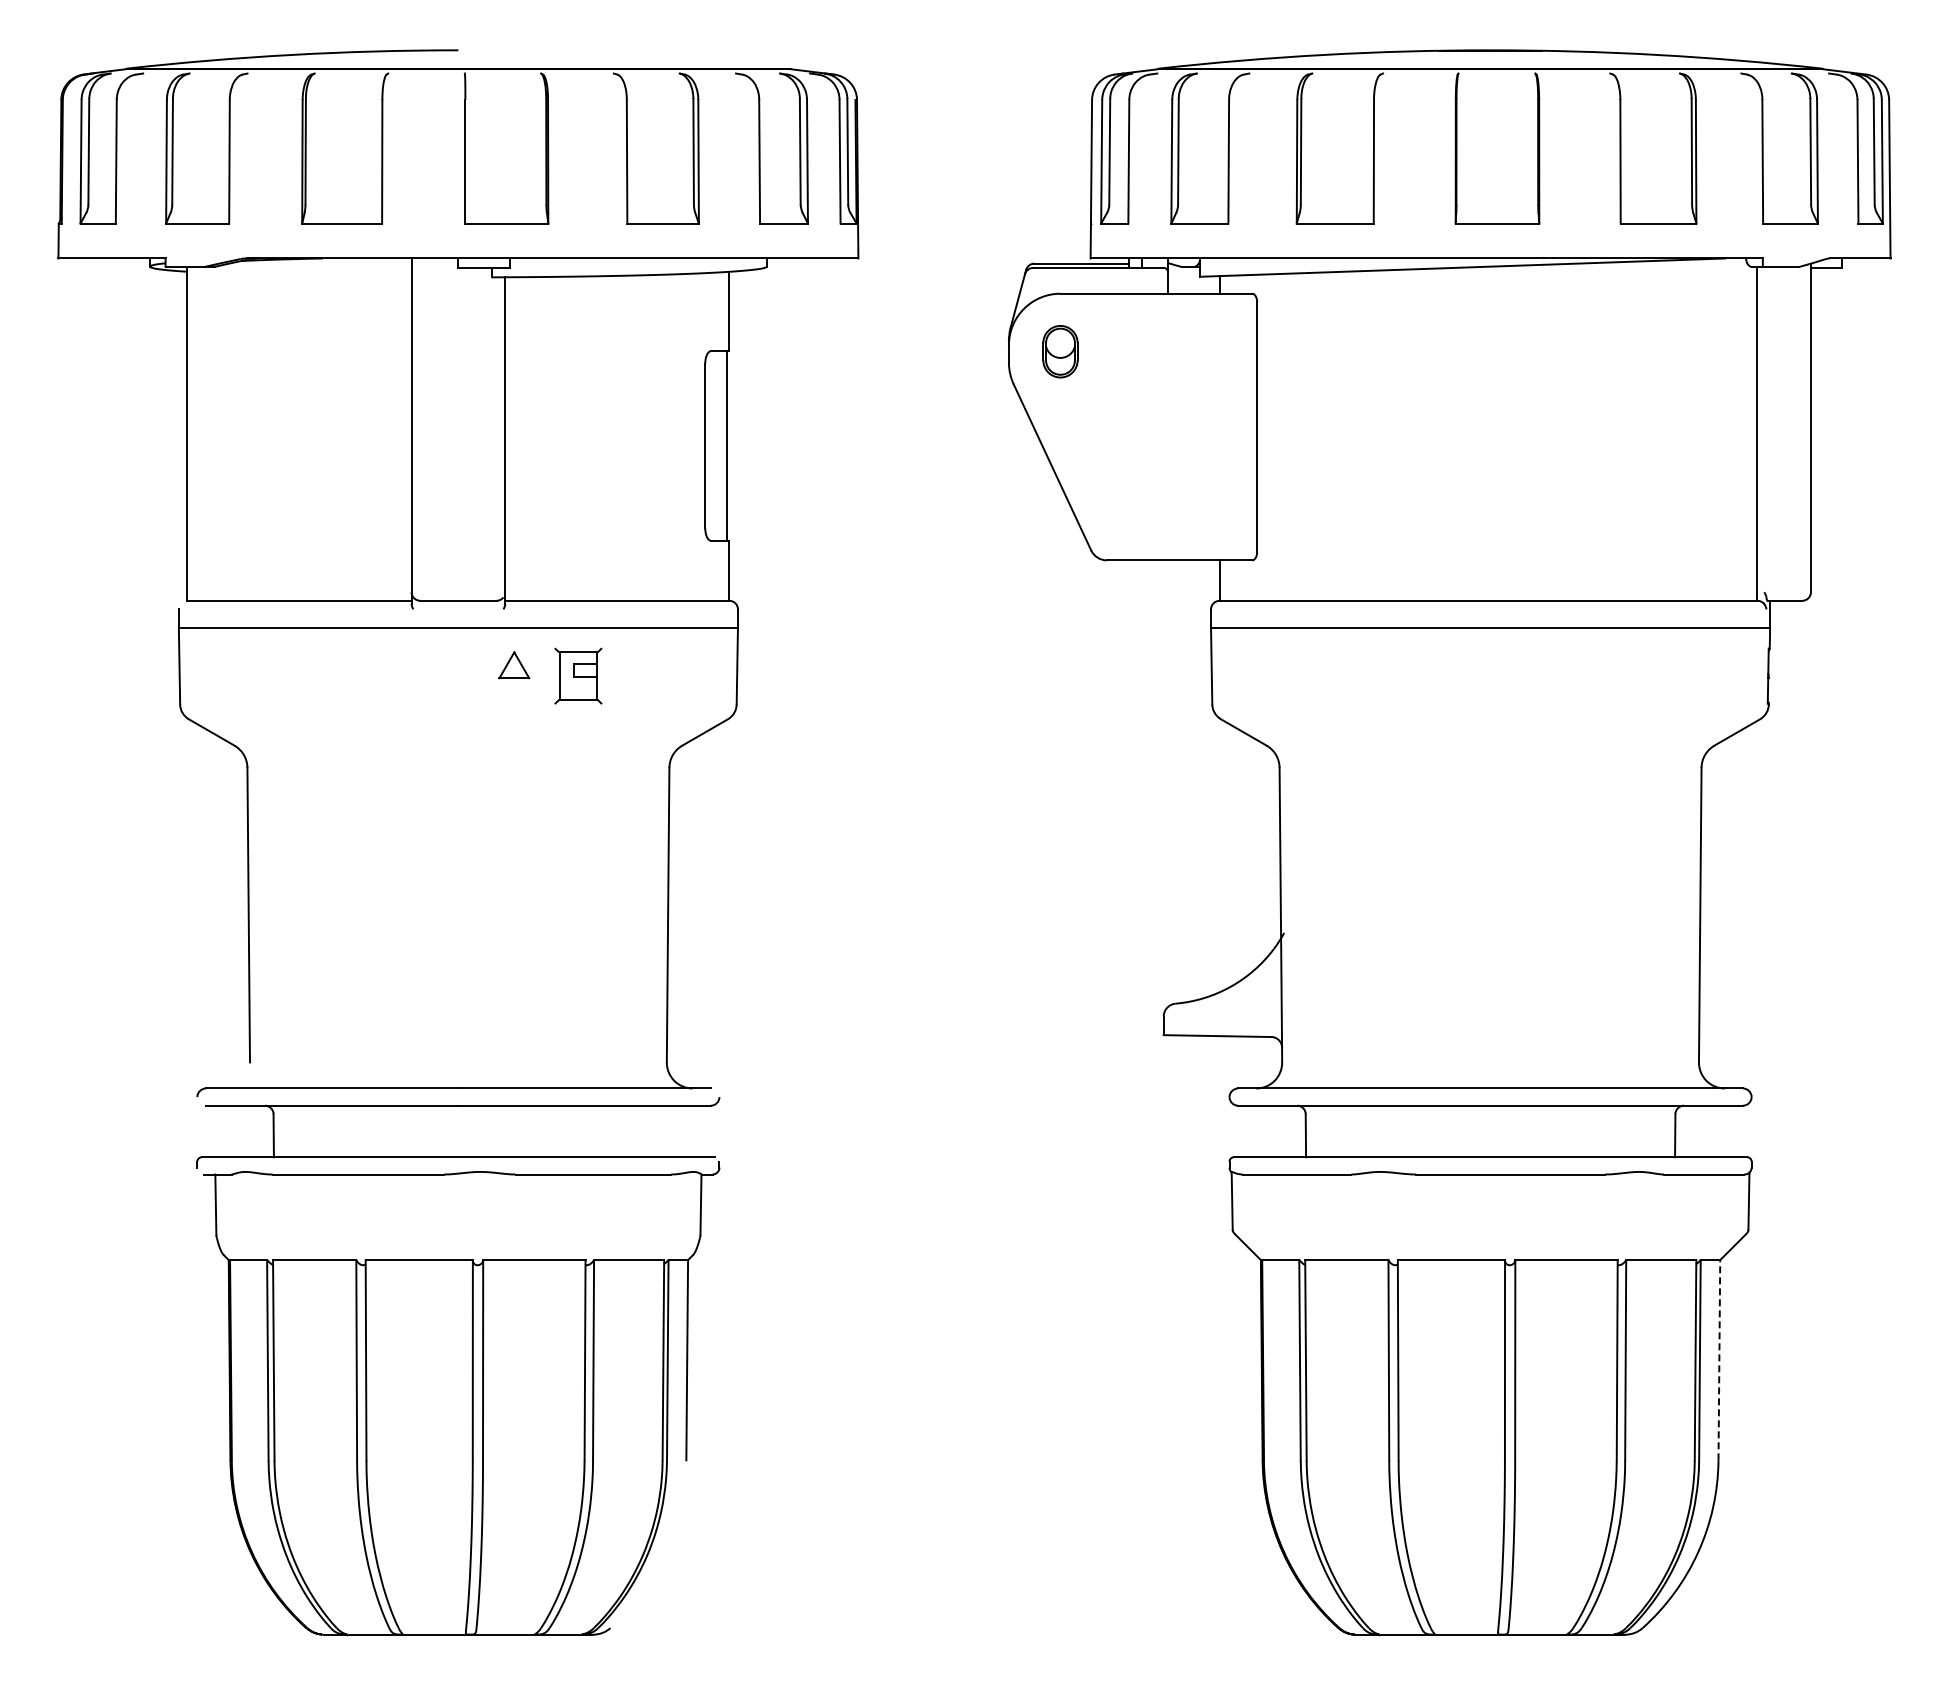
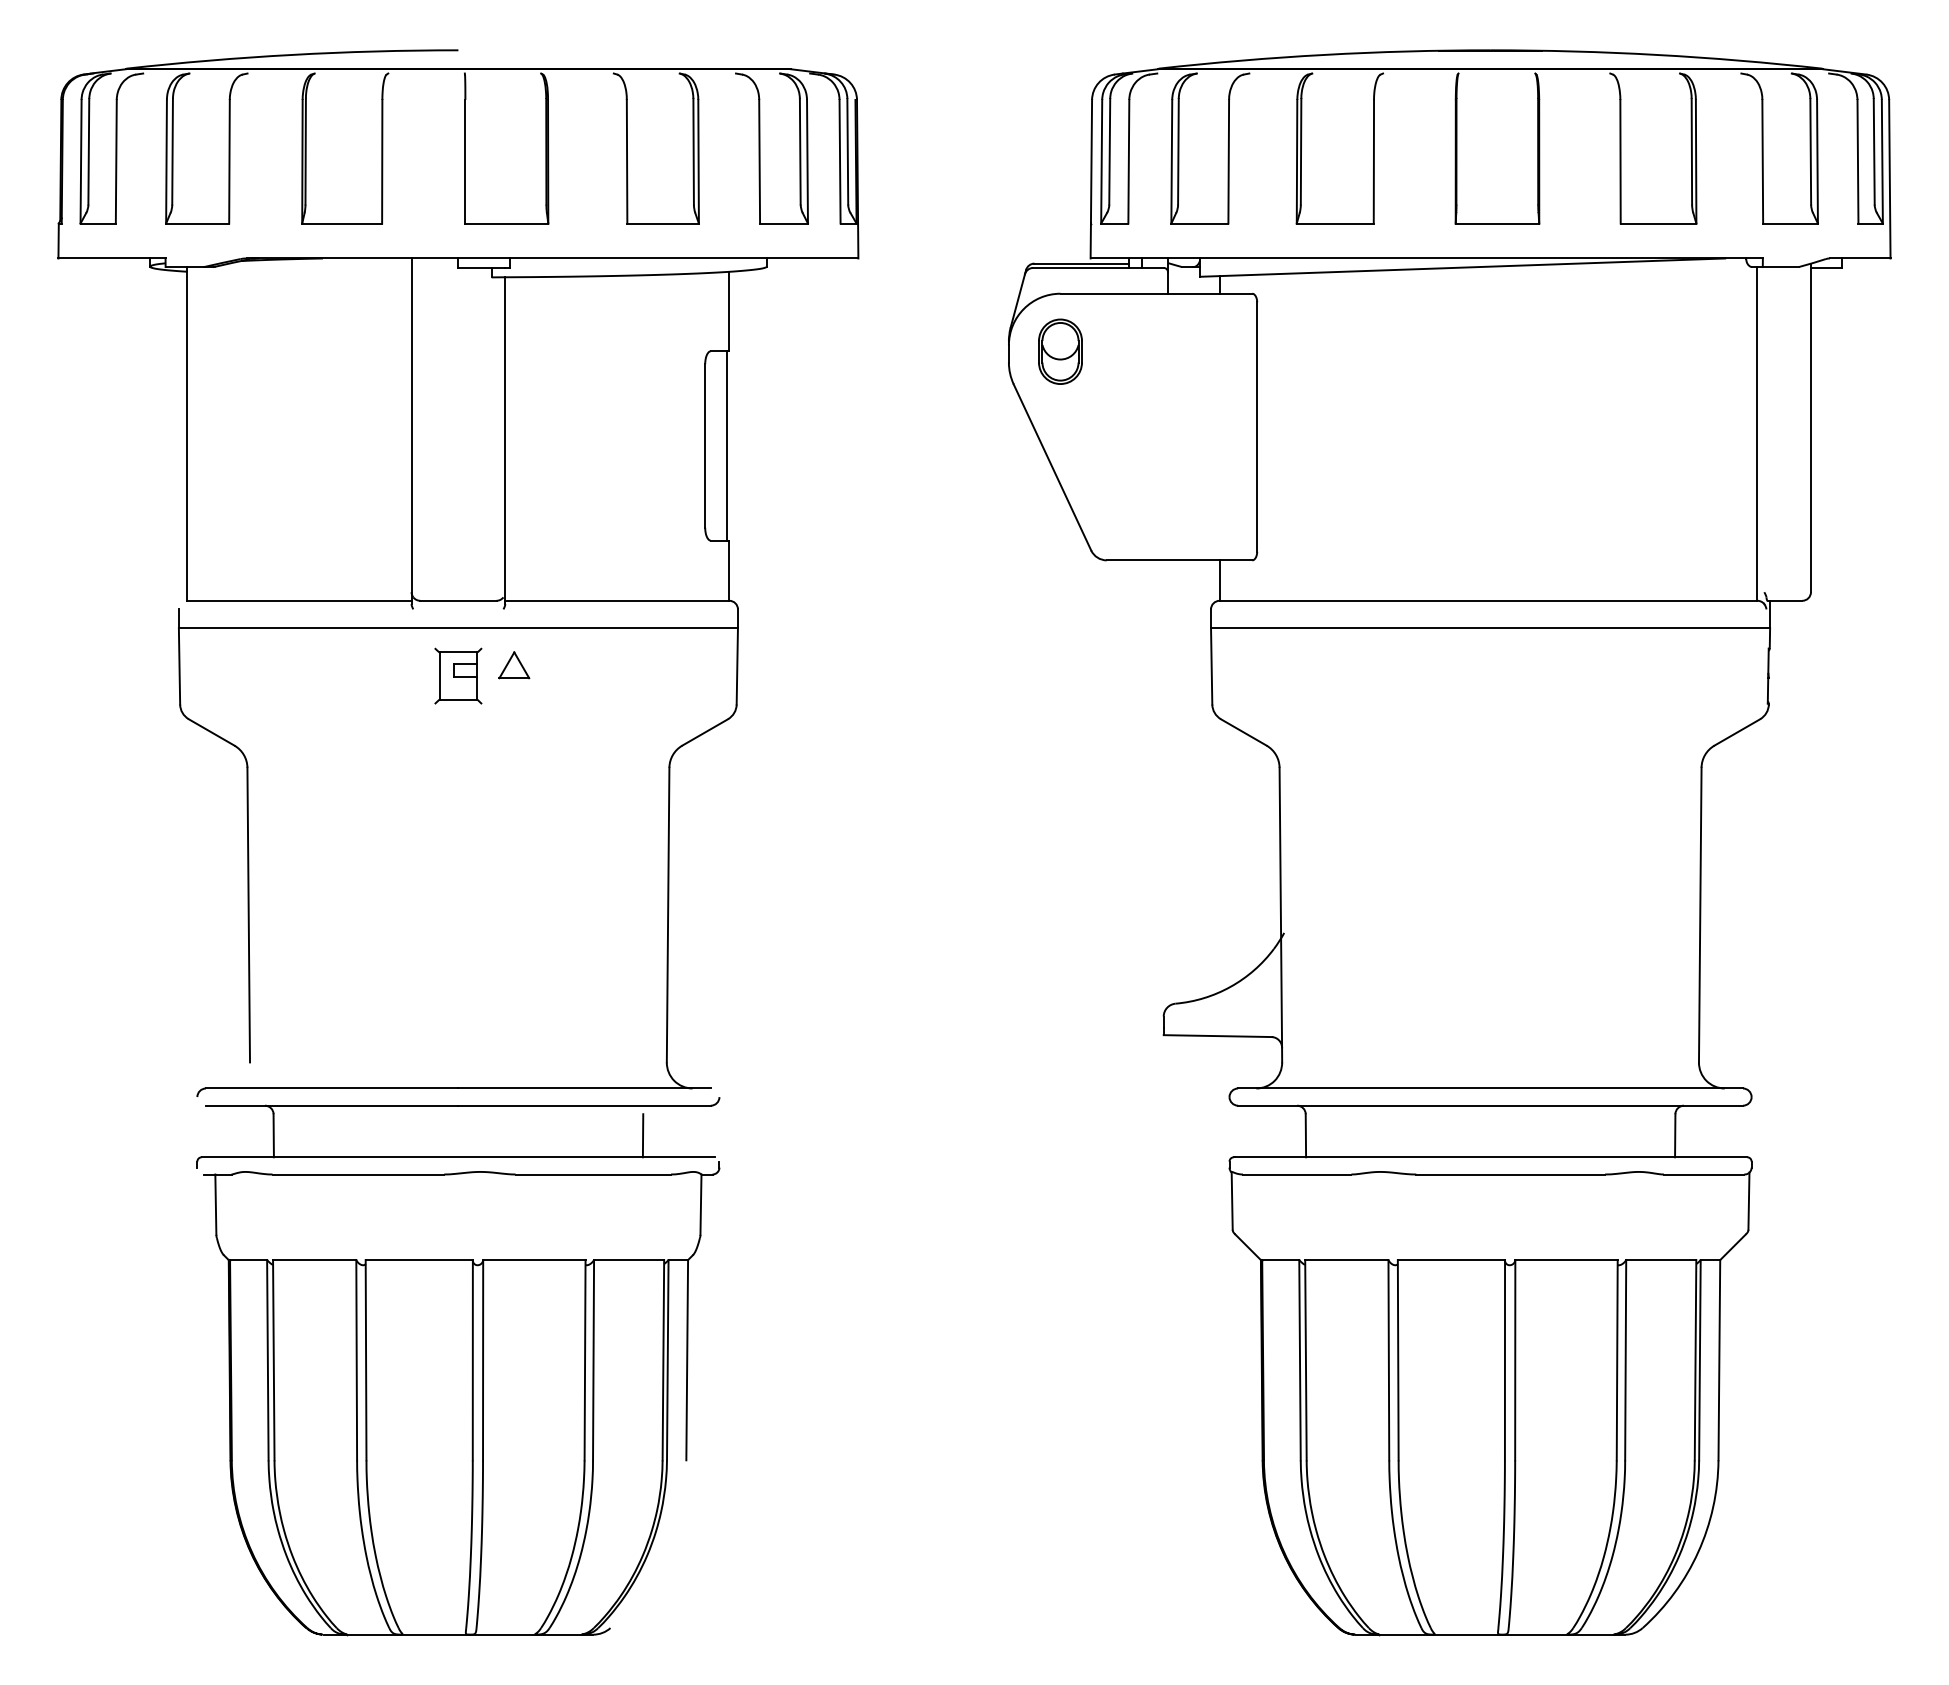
part at (1060, 351) size: 37x54 px -> 45x67 px
part at (578, 675) position: (578, 675) -> (458, 675)
line at (642, 1135): none -> present
line at (1719, 1359): dashed -> solid
